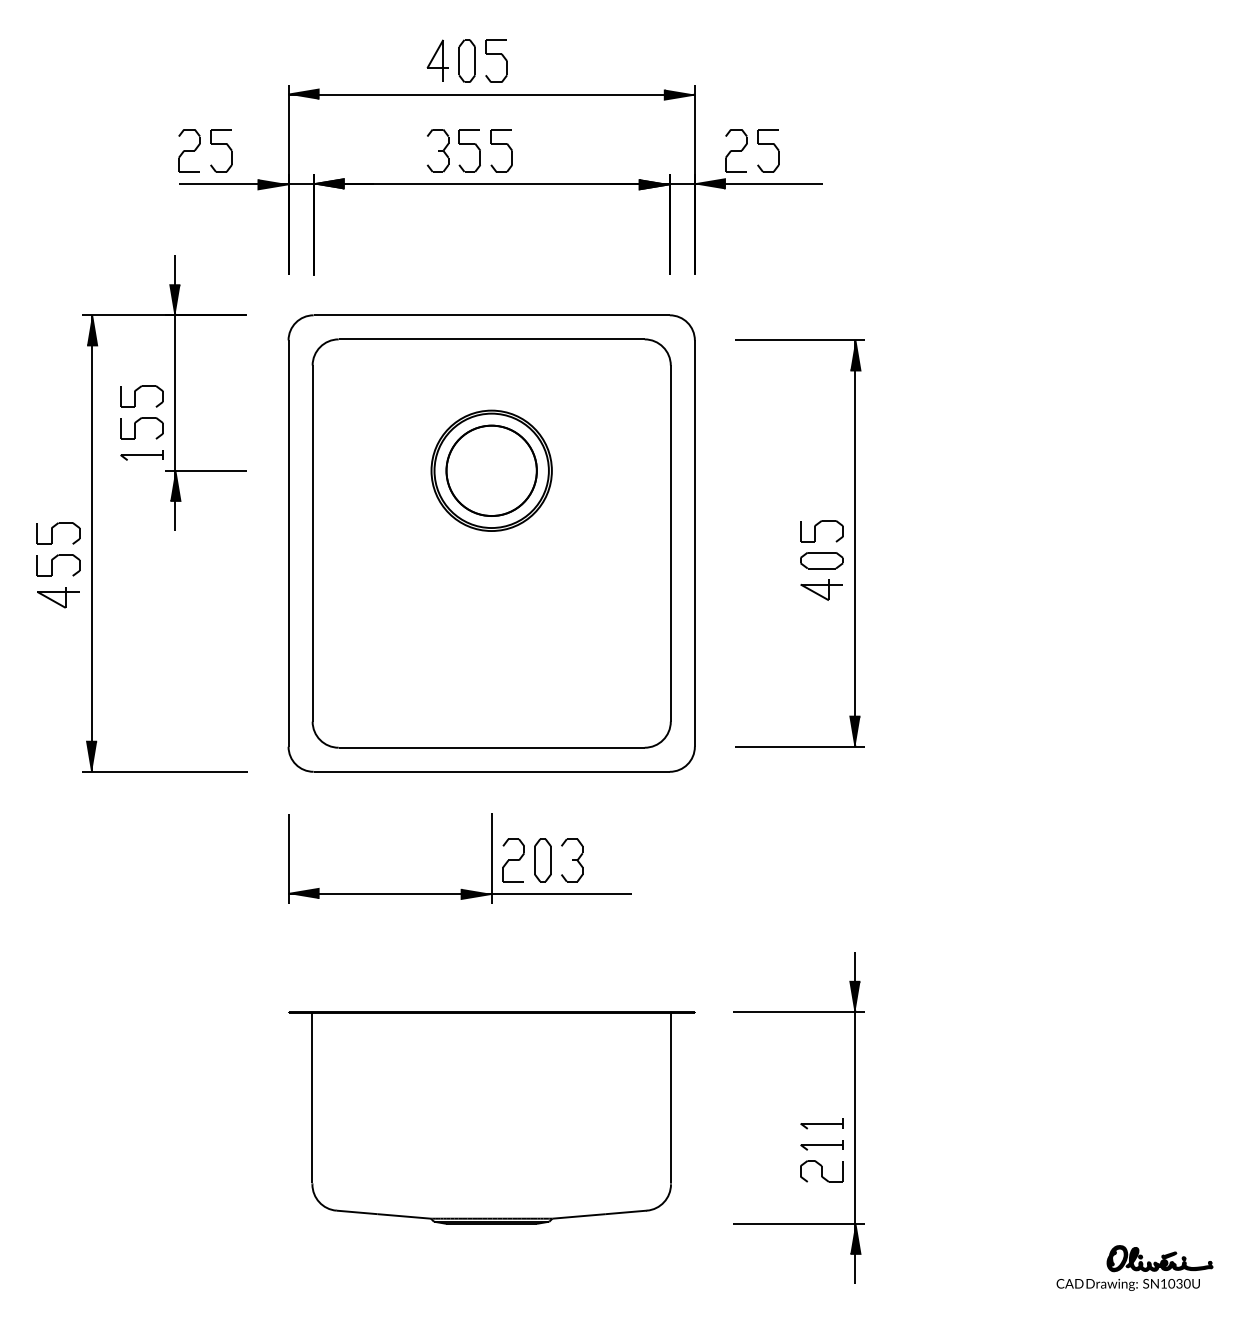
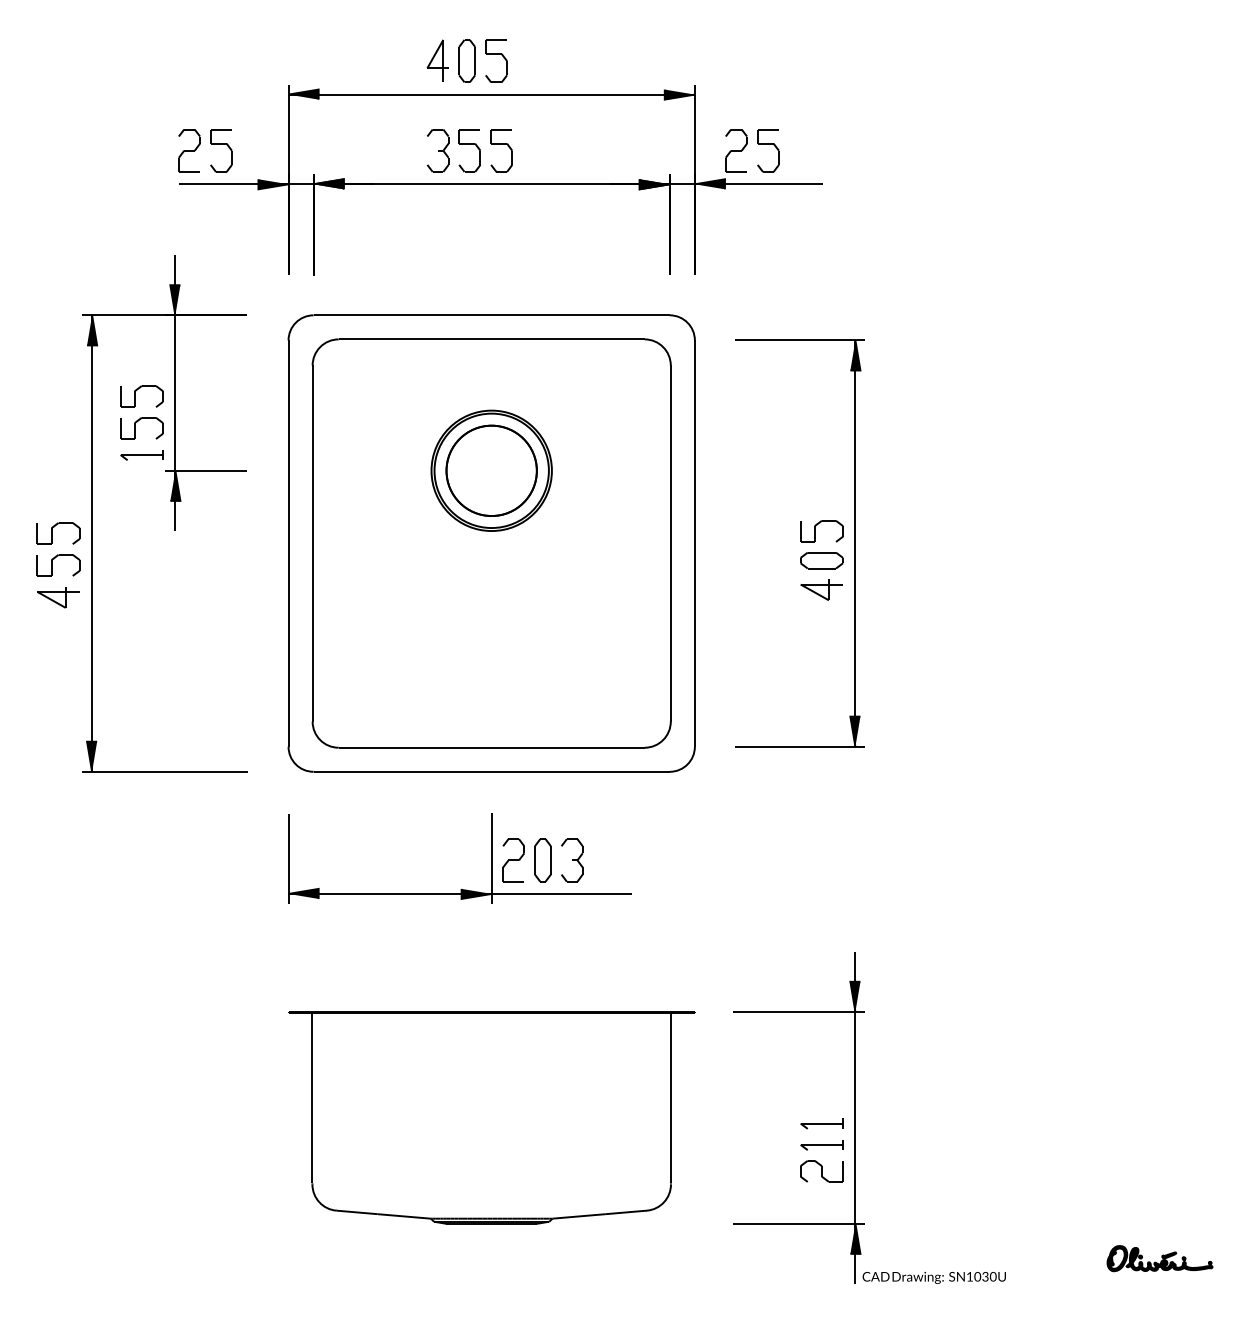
text at (1127, 1284) position: (1127, 1284) -> (933, 1277)
